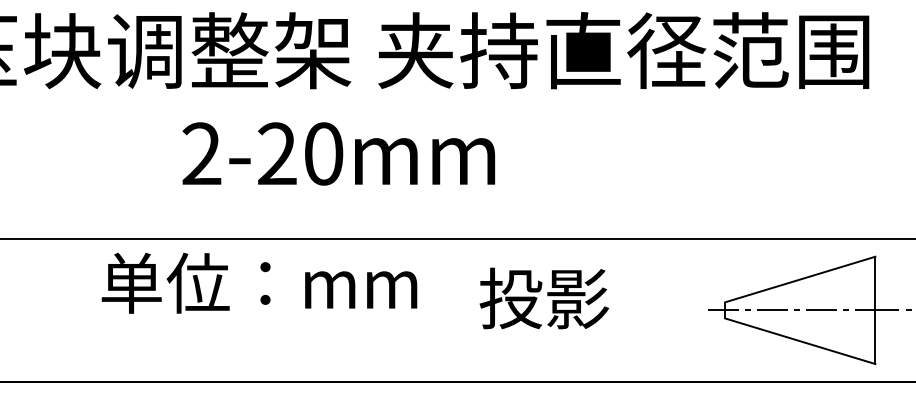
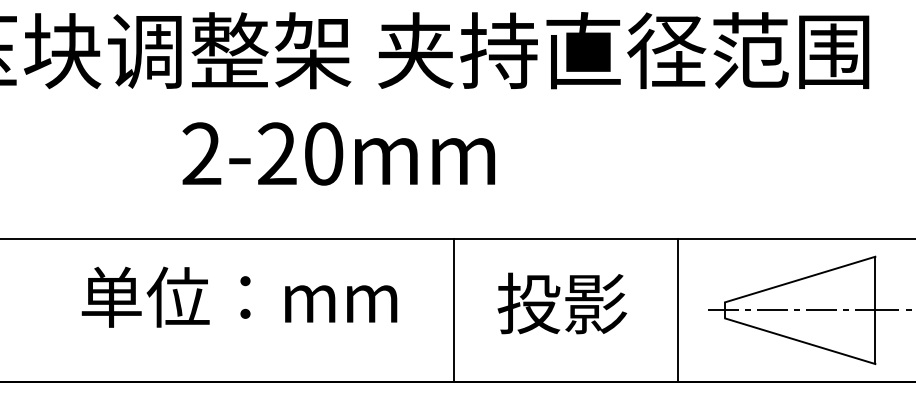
text at (259, 282) position: (259, 282) -> (239, 296)
text at (544, 298) position: (544, 298) -> (562, 303)
line at (454, 310): none -> present
line at (678, 310): none -> present
